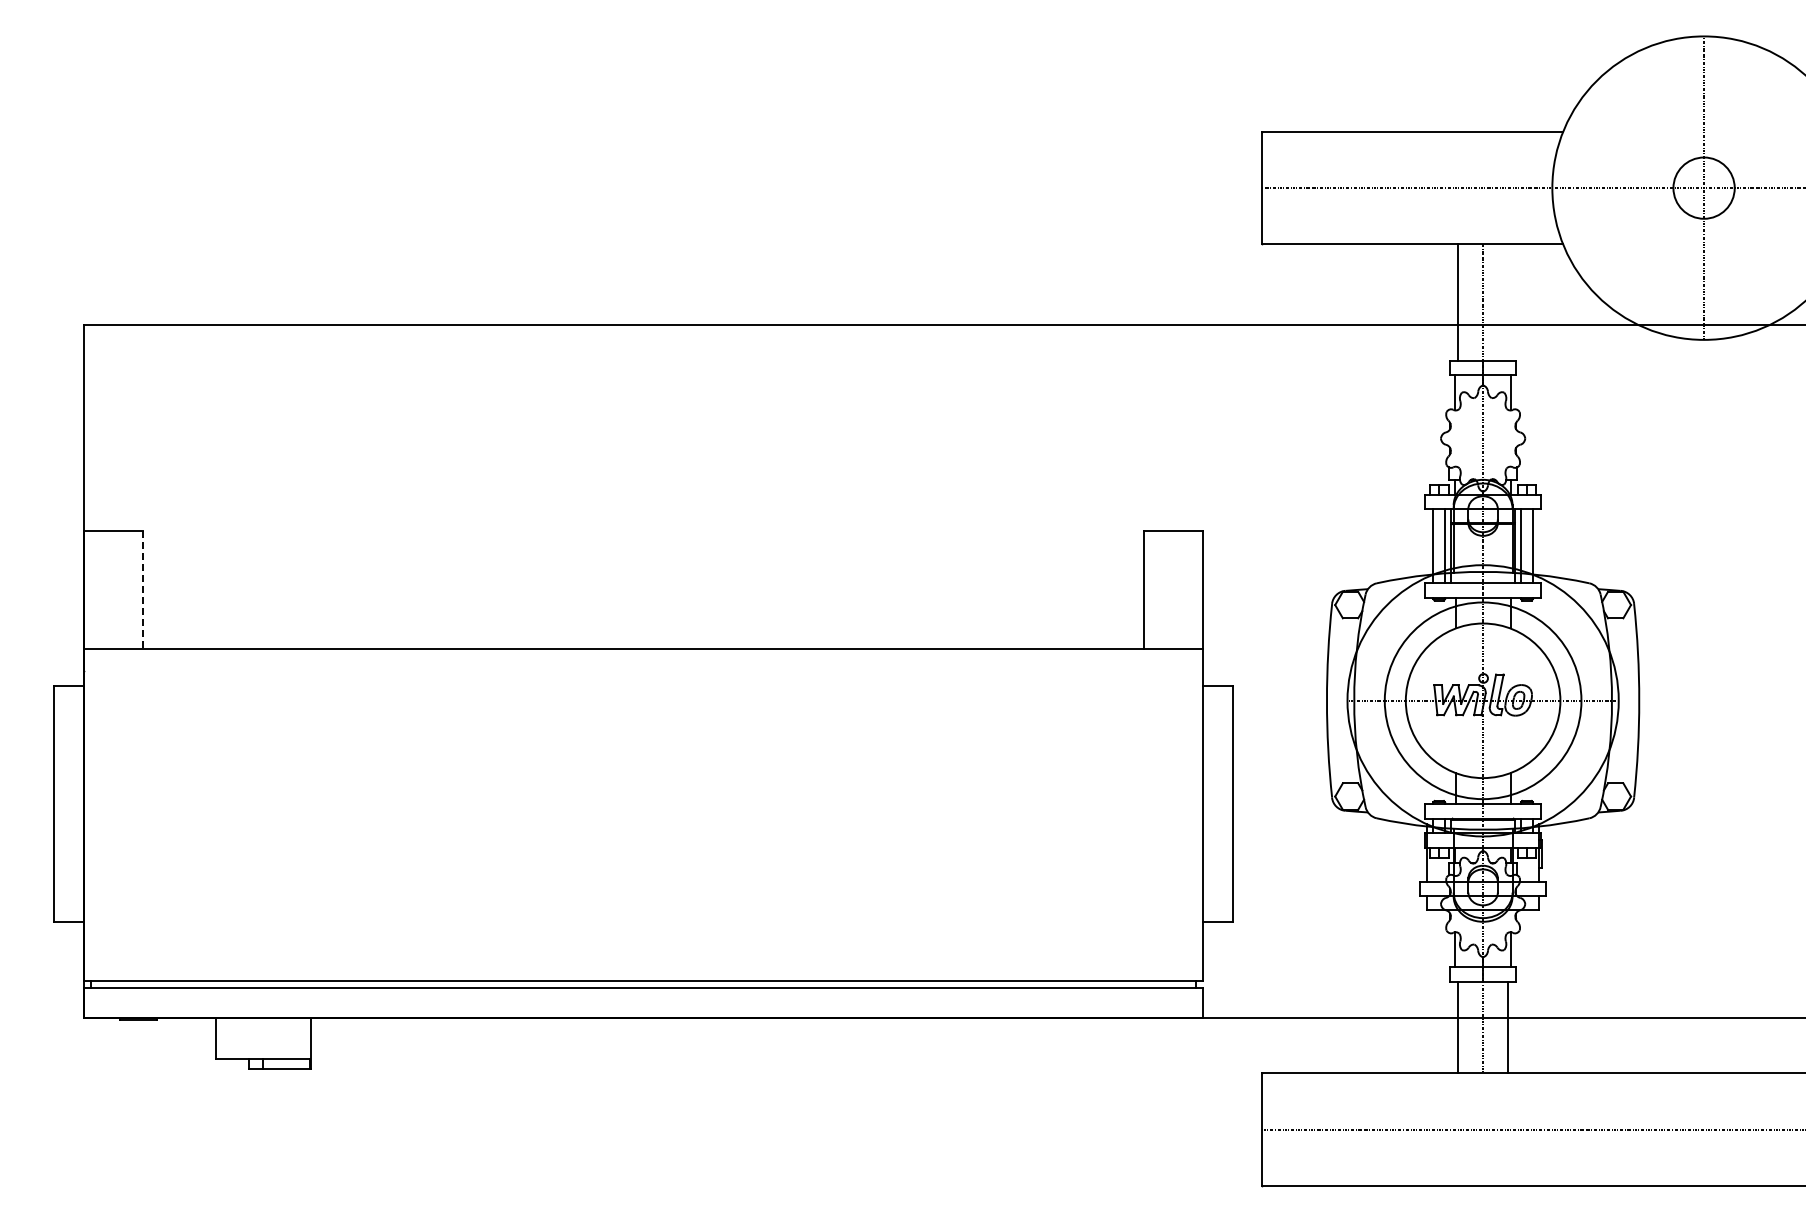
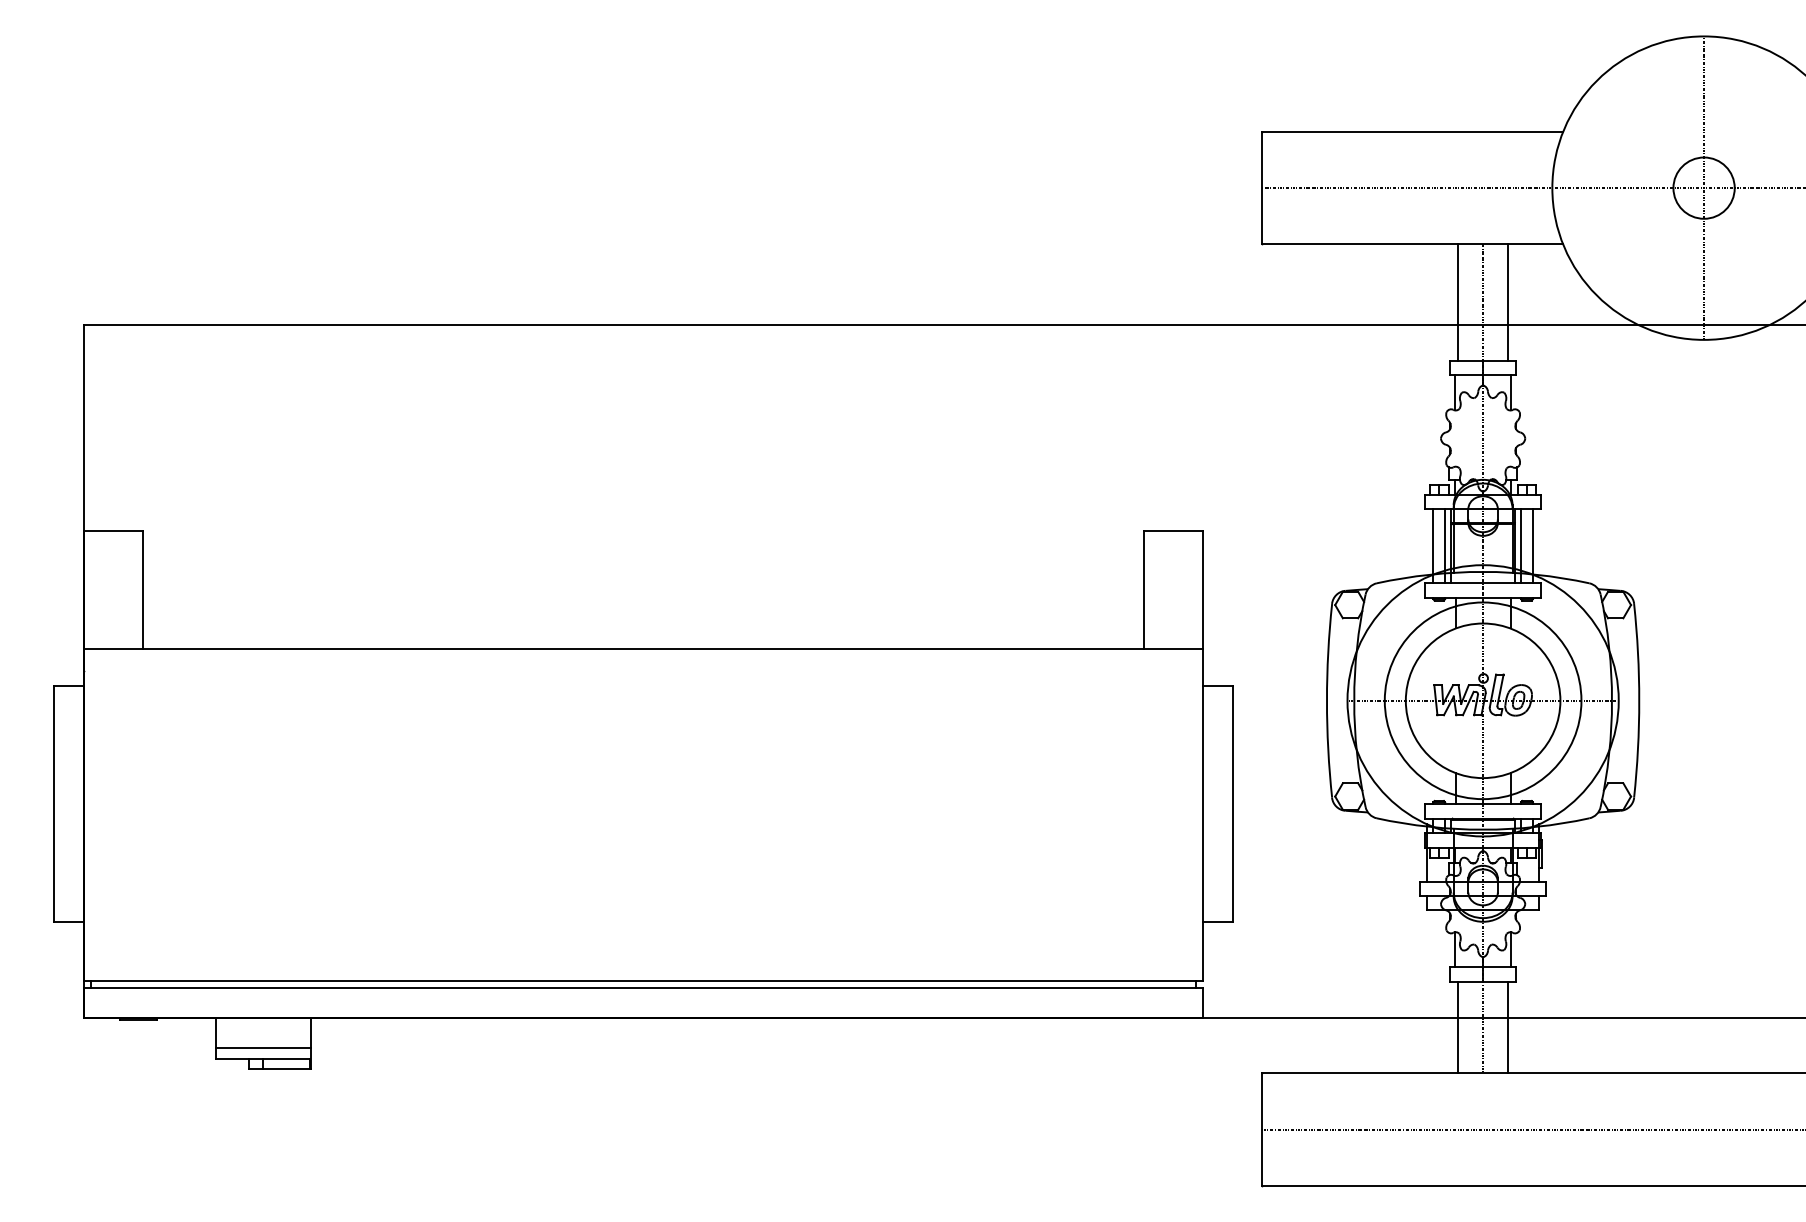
line at (1508, 302): none -> present
line at (142, 590): dashed -> solid
line at (263, 1048): none -> present
